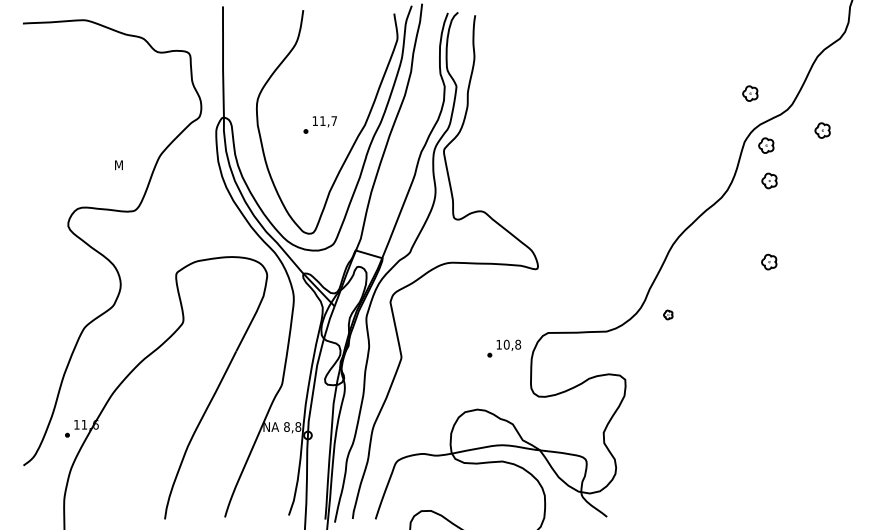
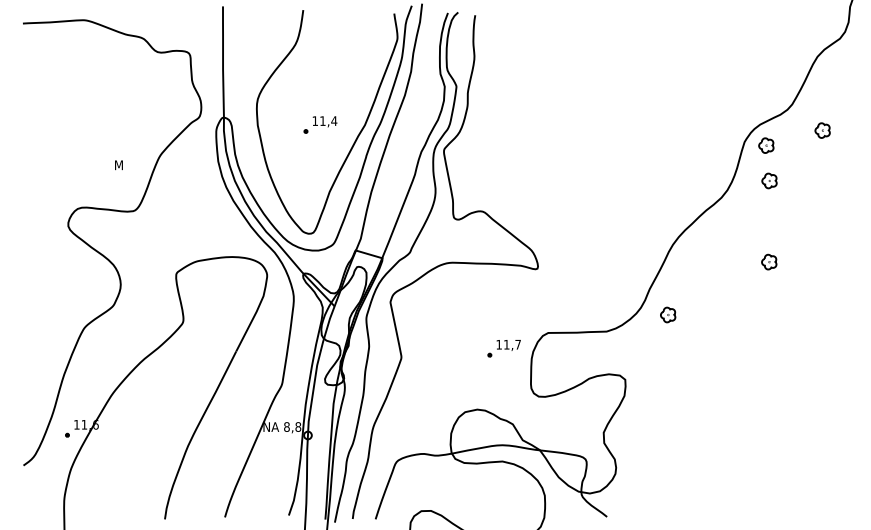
part at (750, 93): present -> none
text at (334, 120): 11,7 -> 11,4
part at (668, 314) size: 11x12 px -> 17x18 px
text at (512, 344): 10,8 -> 11,7
